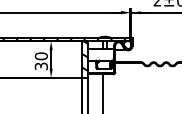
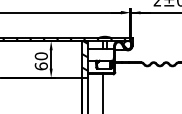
text at (40, 66): 30 -> 60
